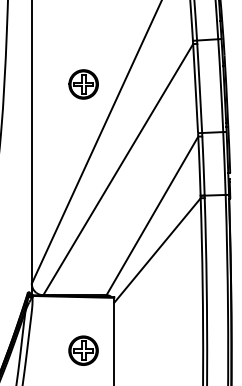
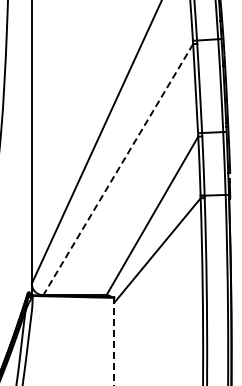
part at (83, 84): present -> none
line at (118, 170): solid -> dashed
line at (114, 341): solid -> dashed
part at (83, 350): present -> none
